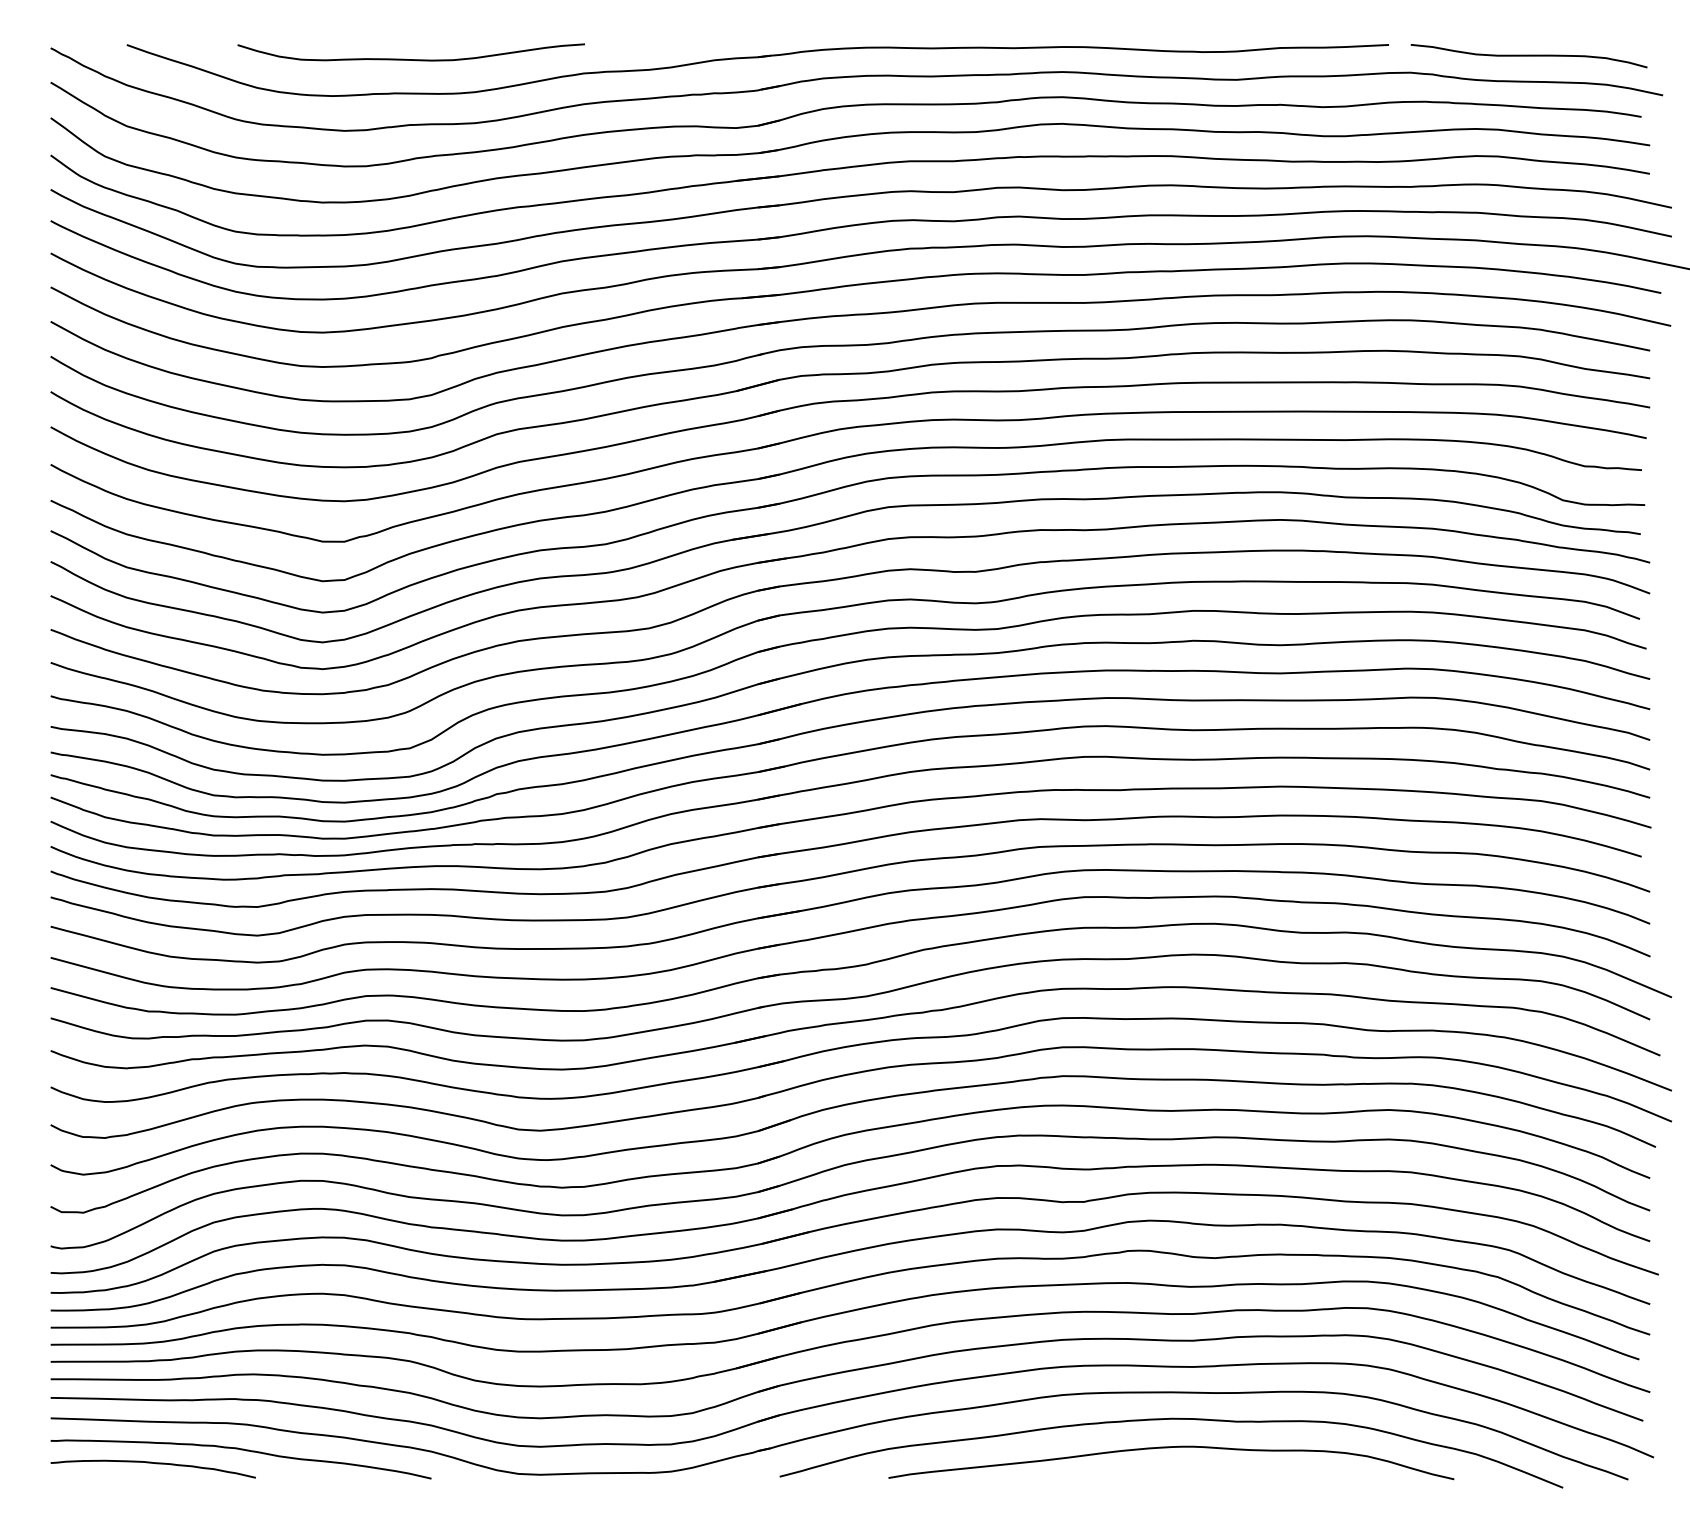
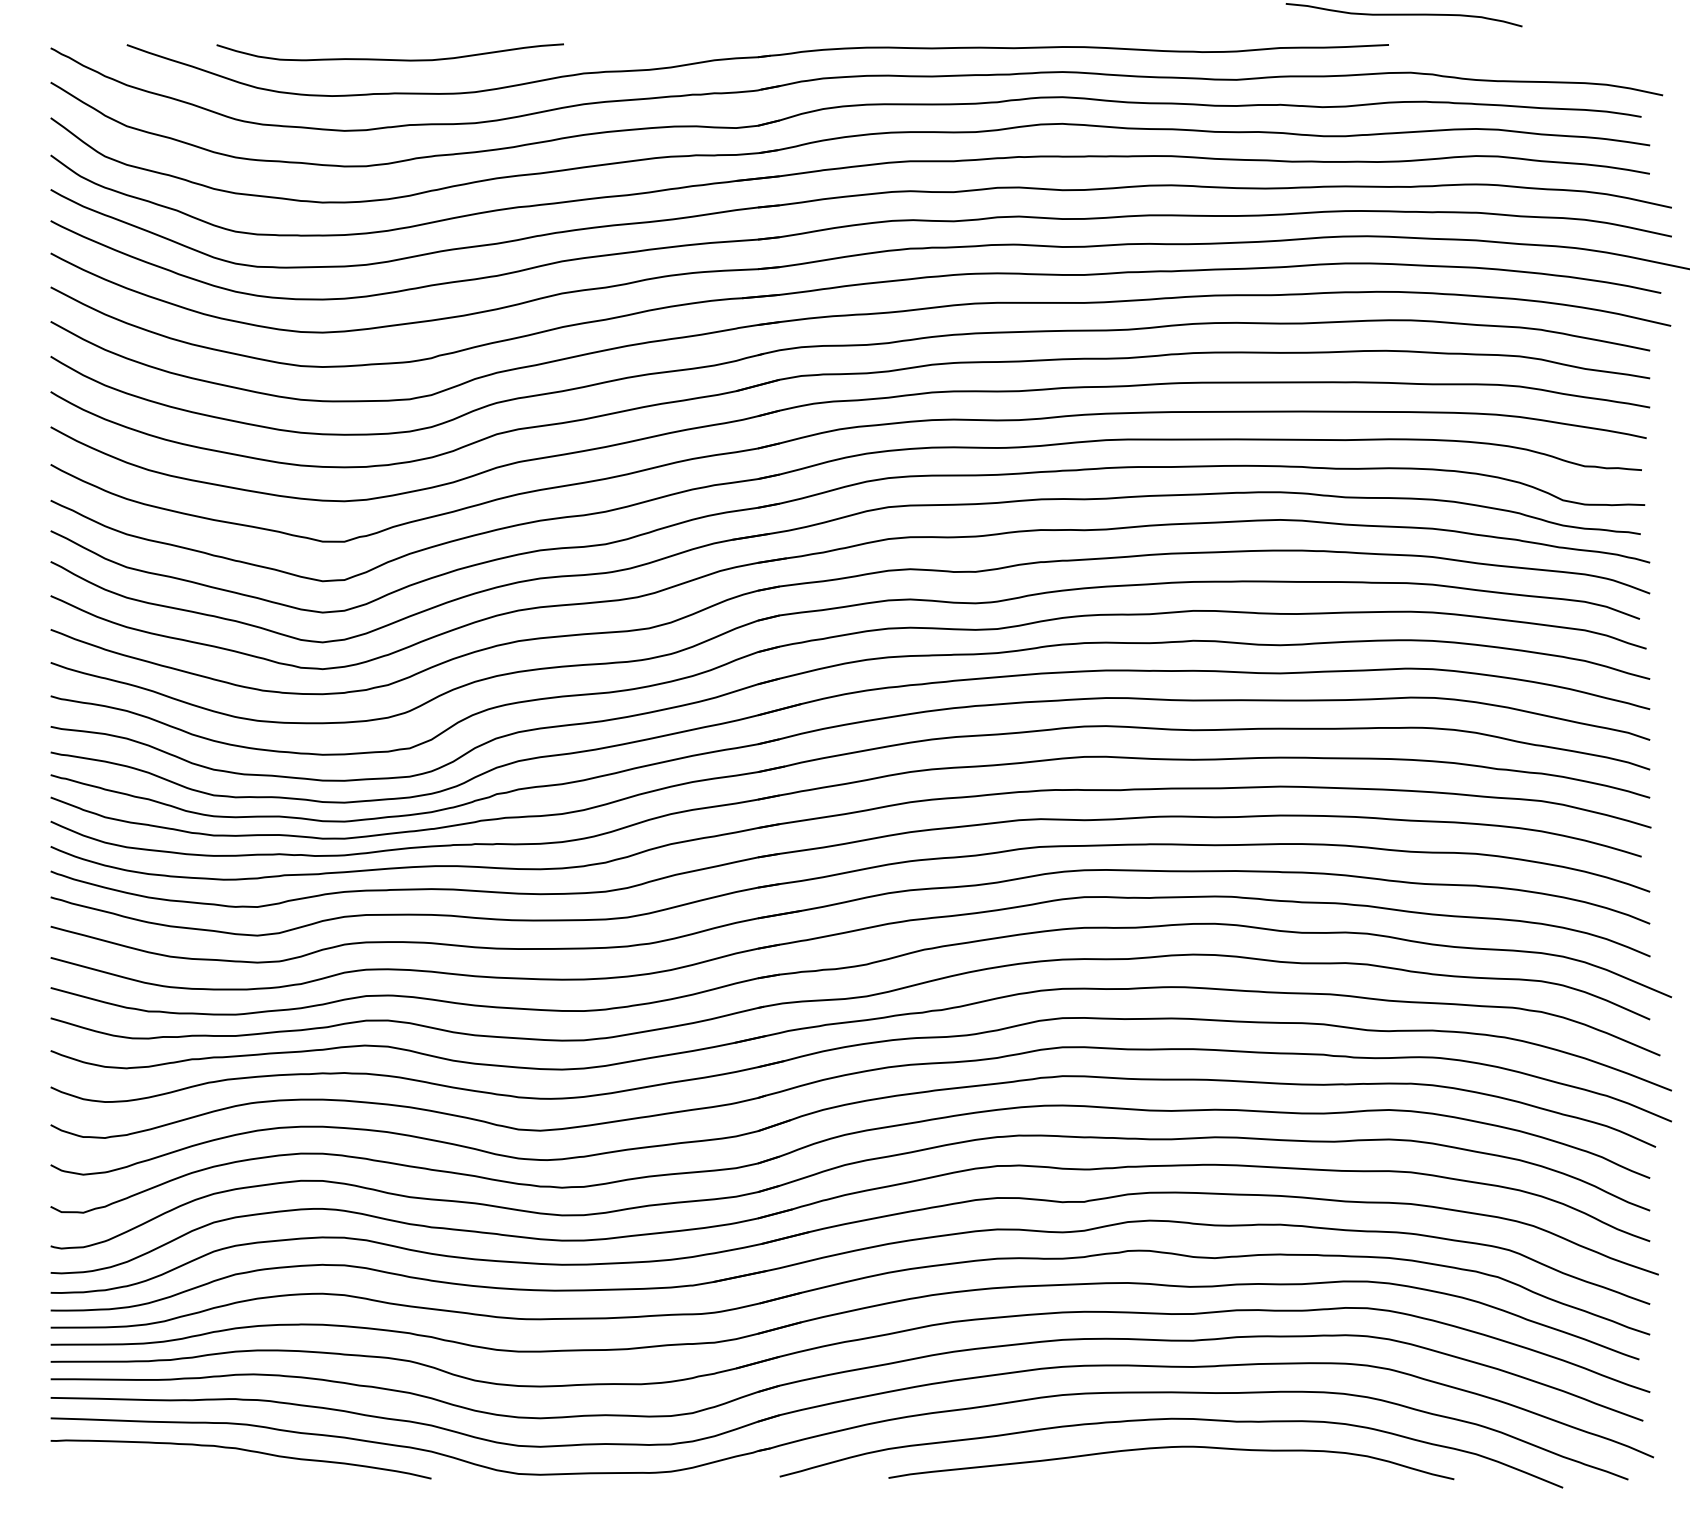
curve at (1528, 56) position: (1528, 56) -> (1403, 15)
curve at (410, 59) position: (410, 59) -> (389, 59)
curve at (152, 1463): present -> none
